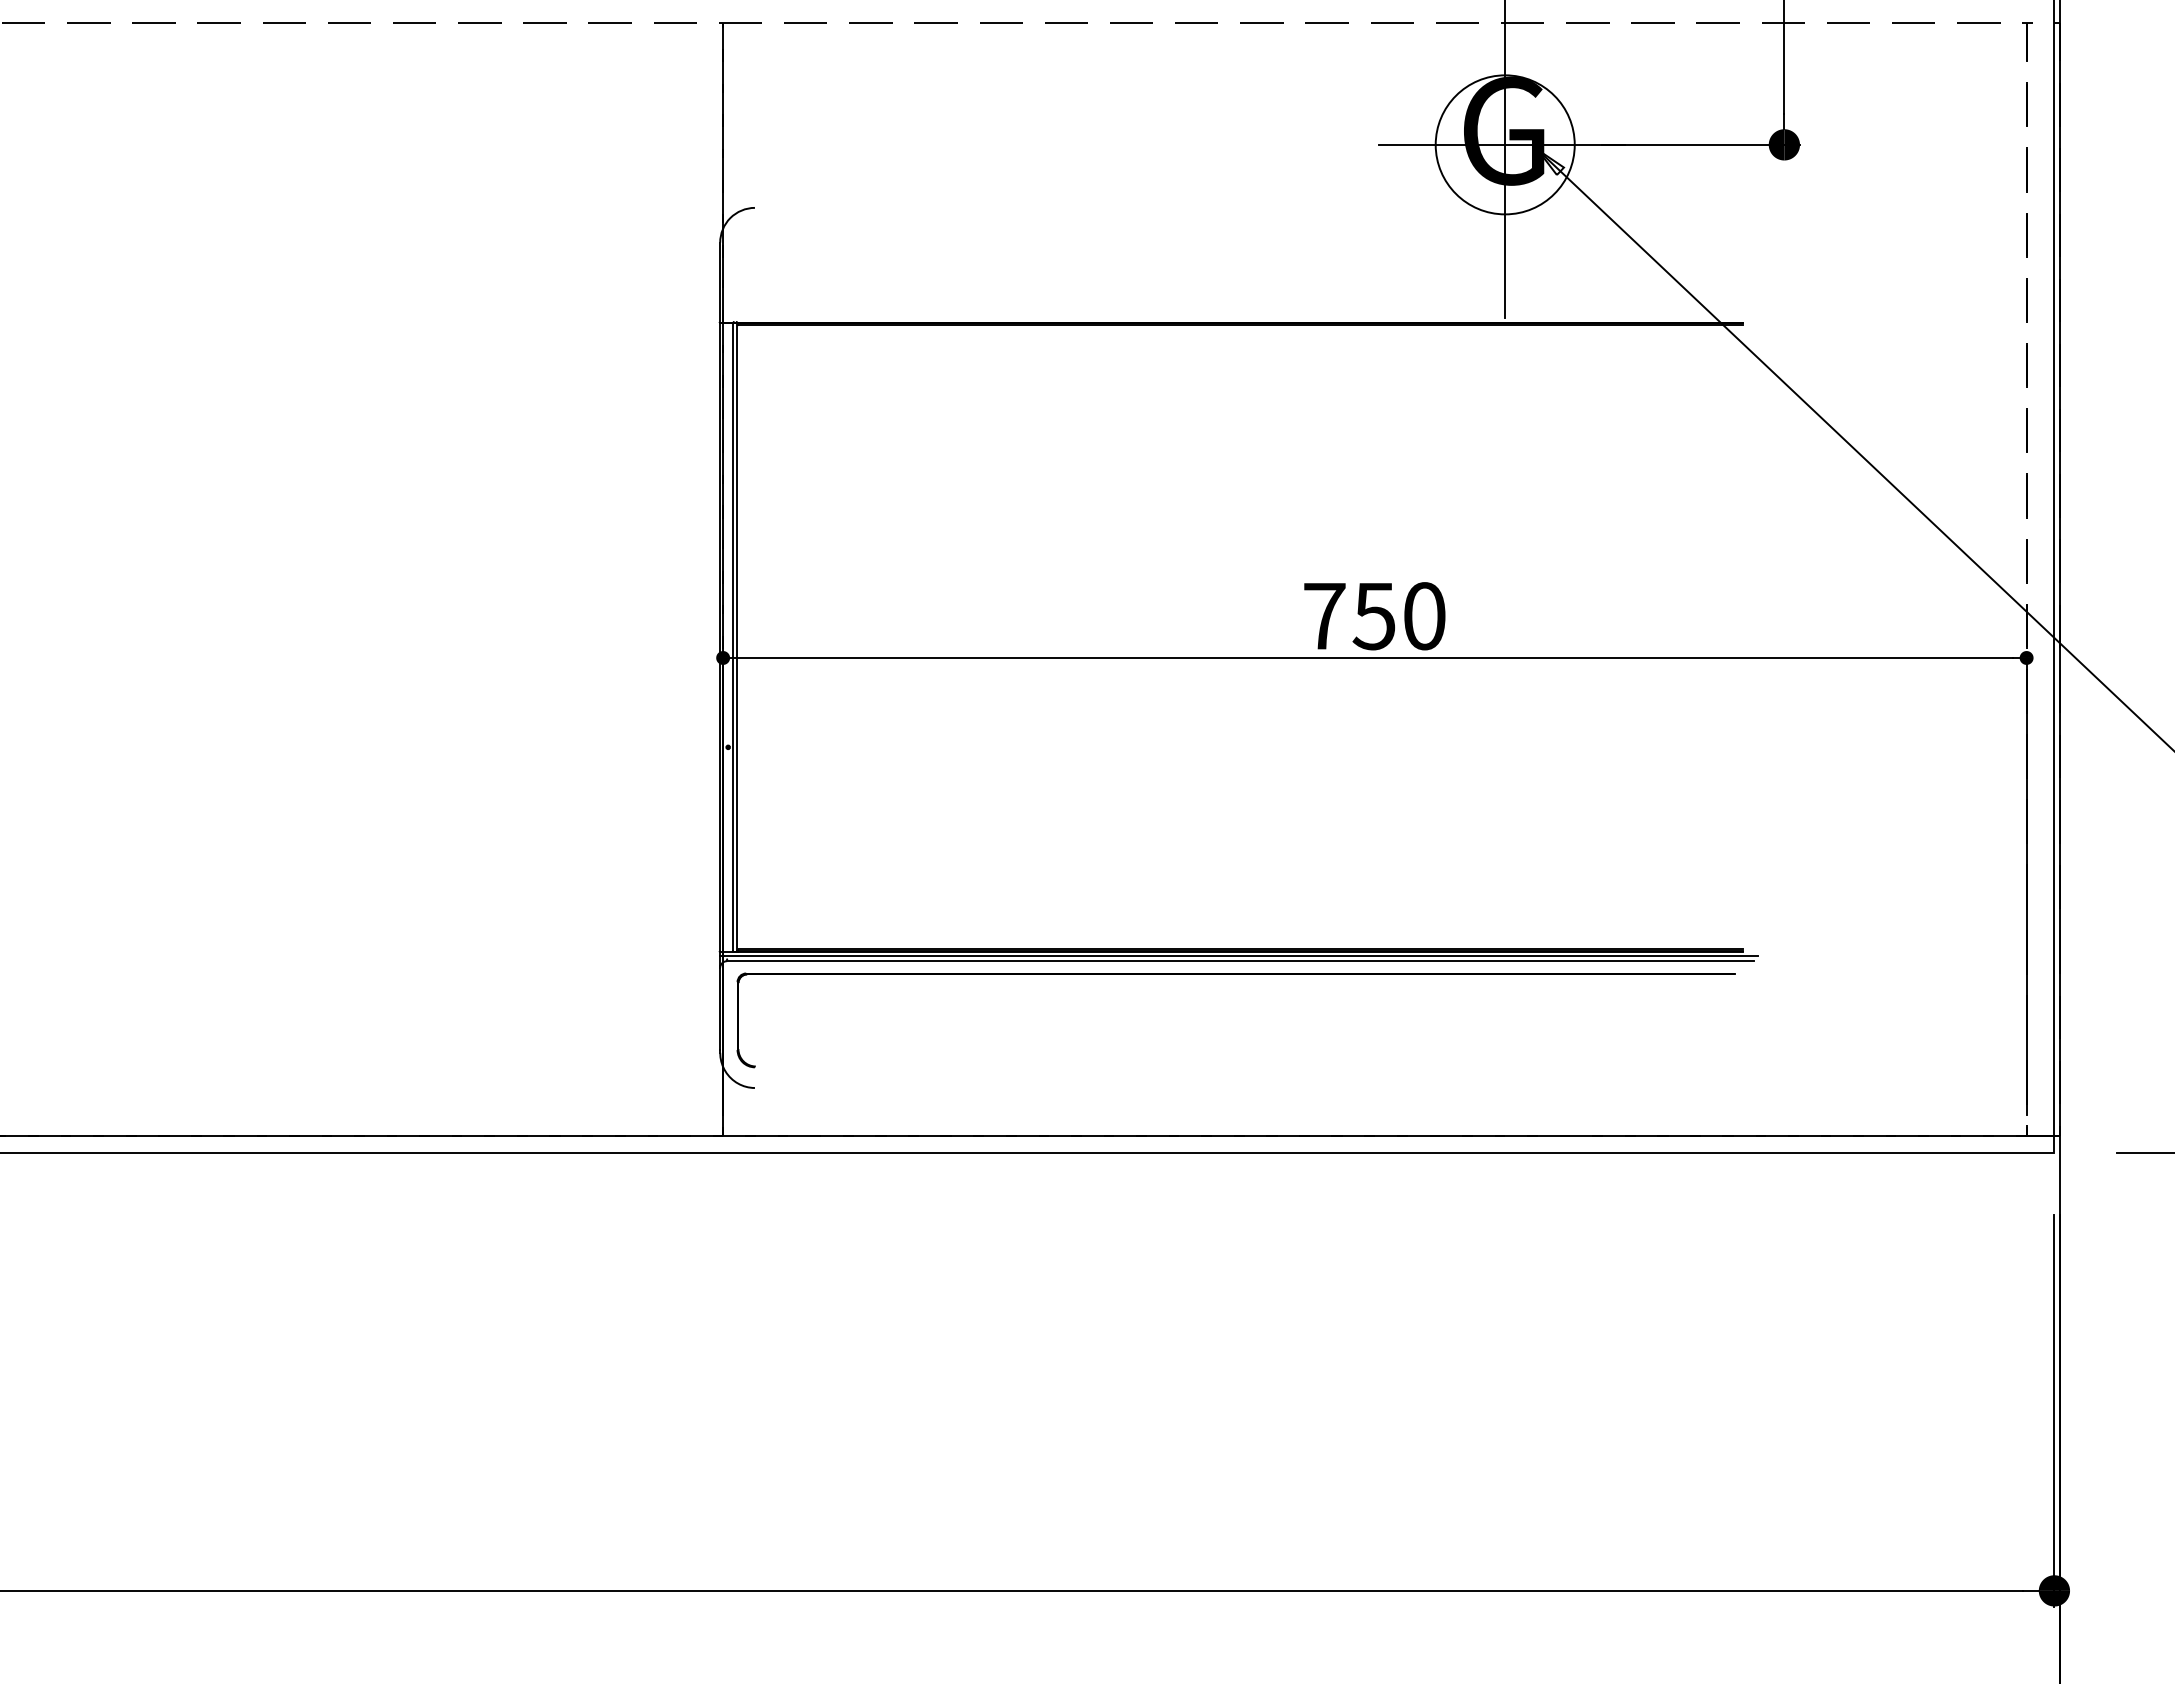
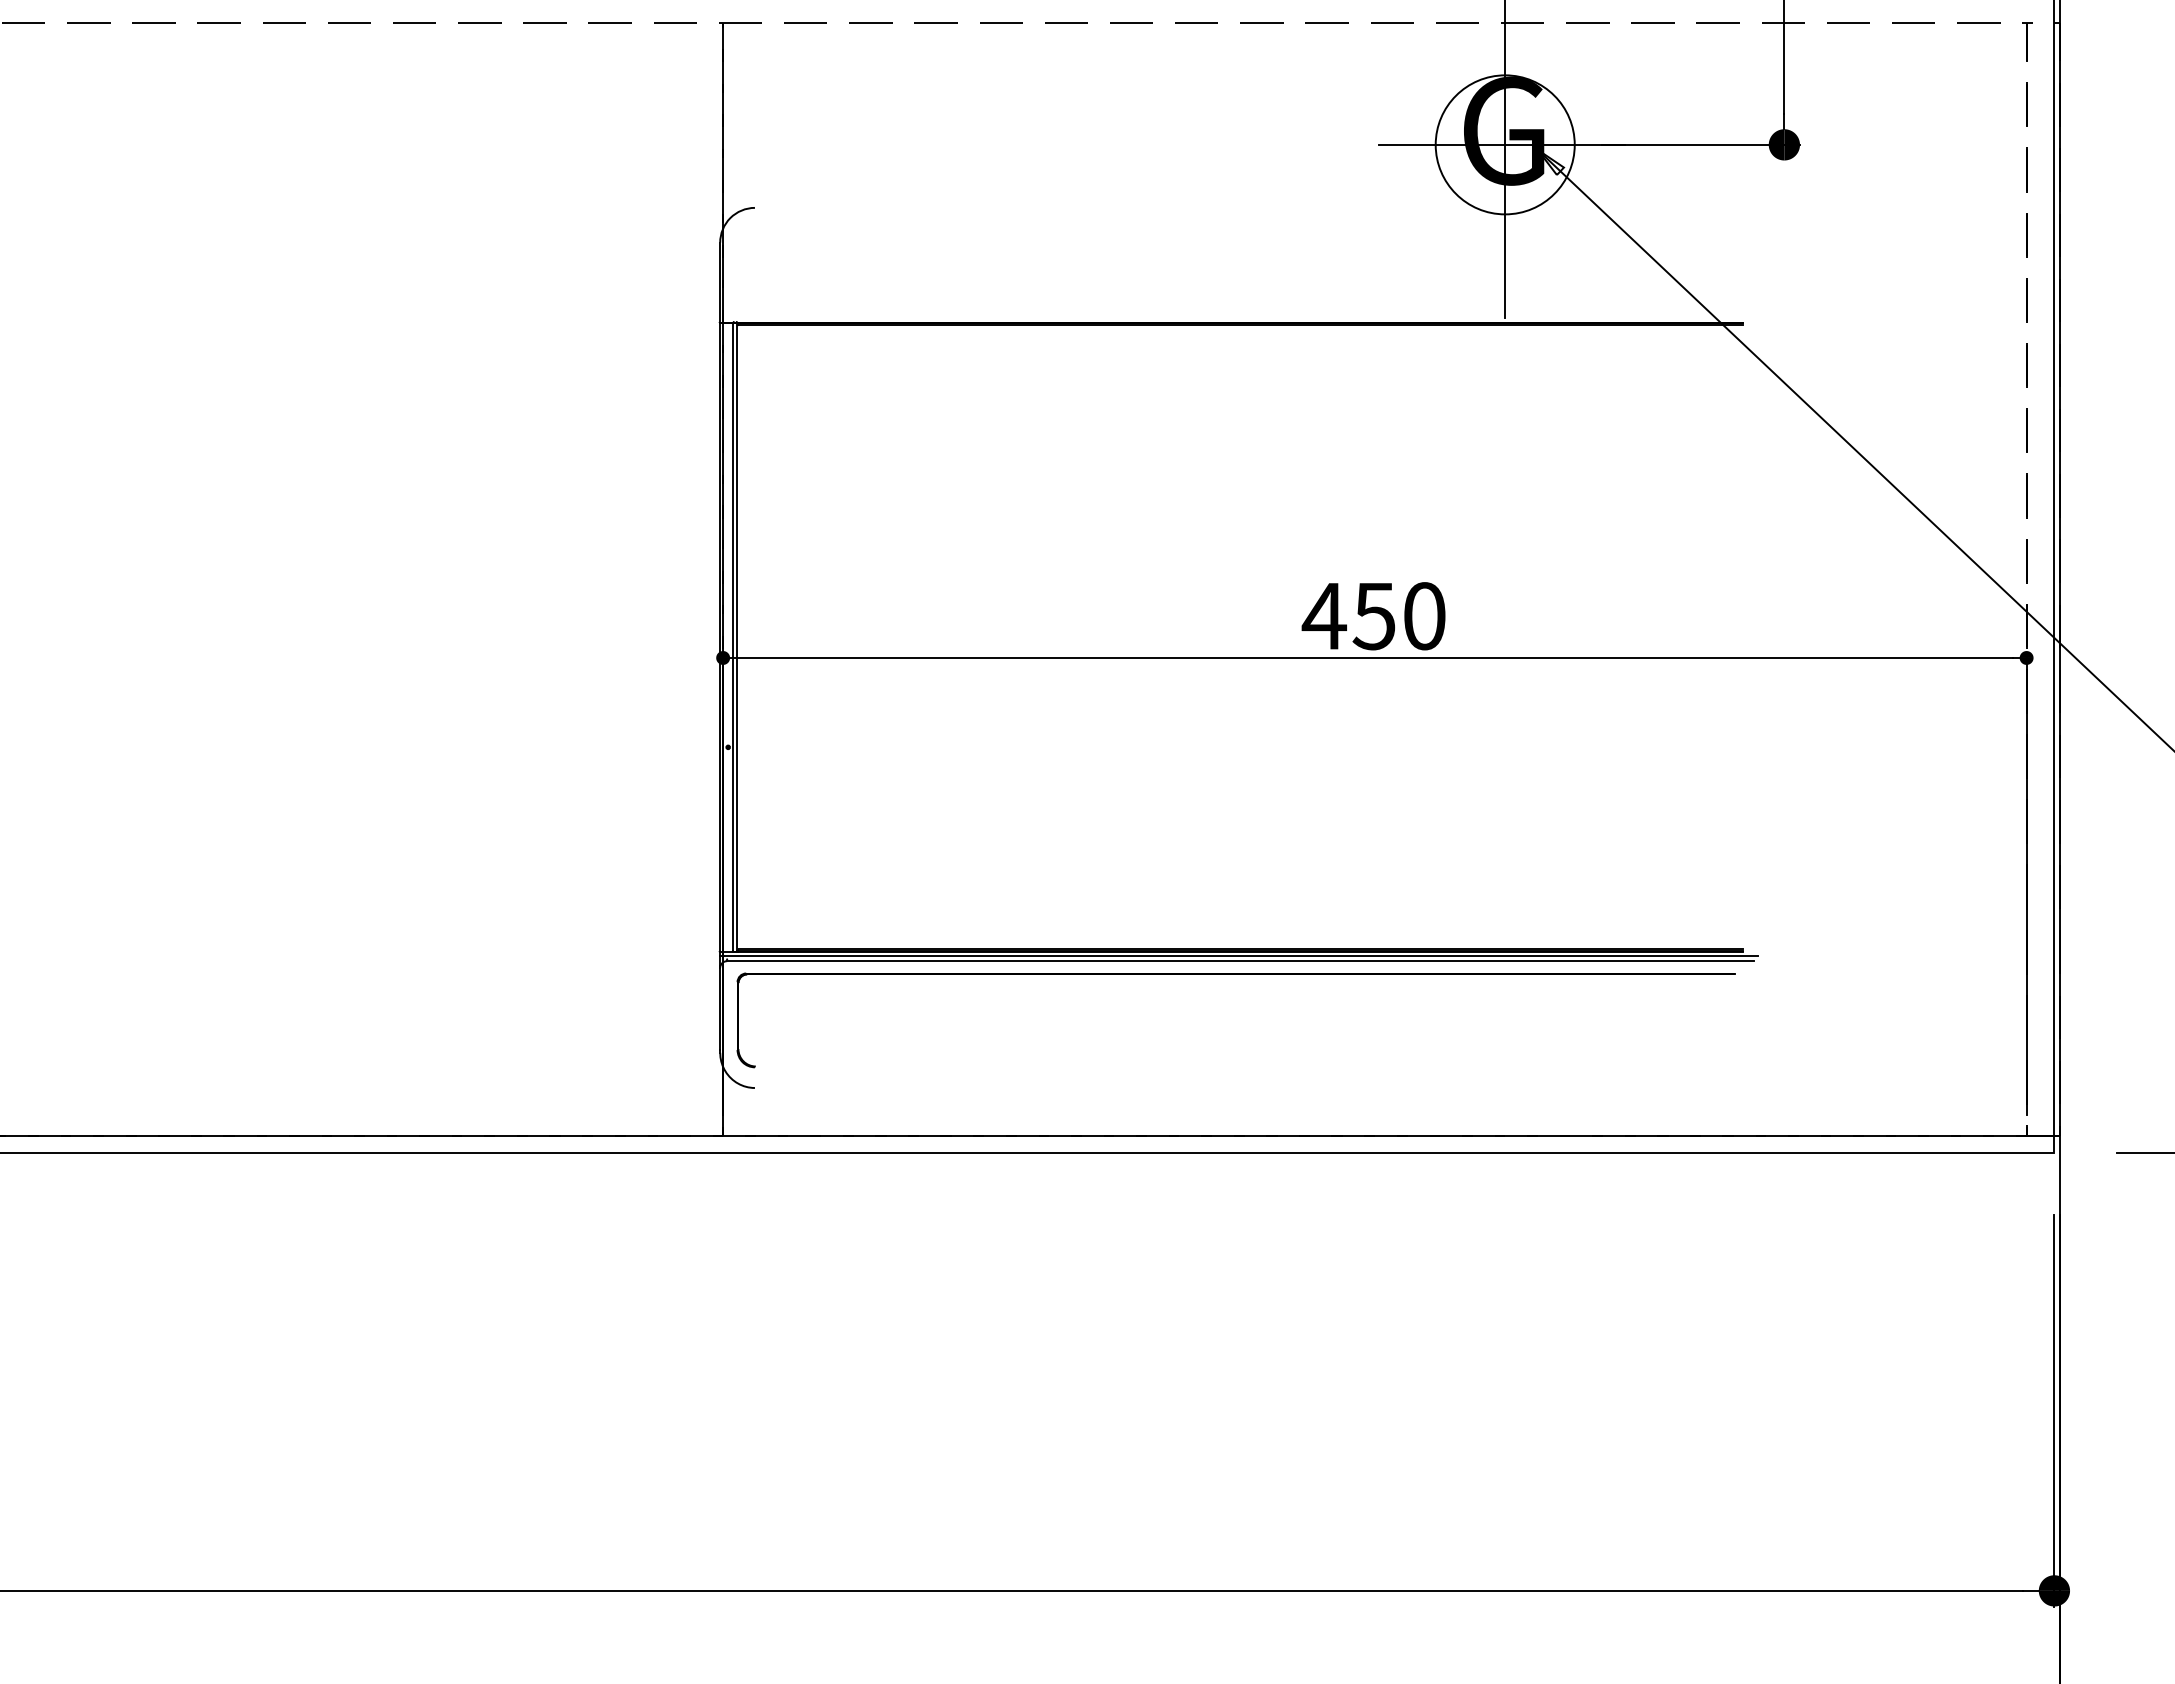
text at (1324, 616): 750 -> 450
